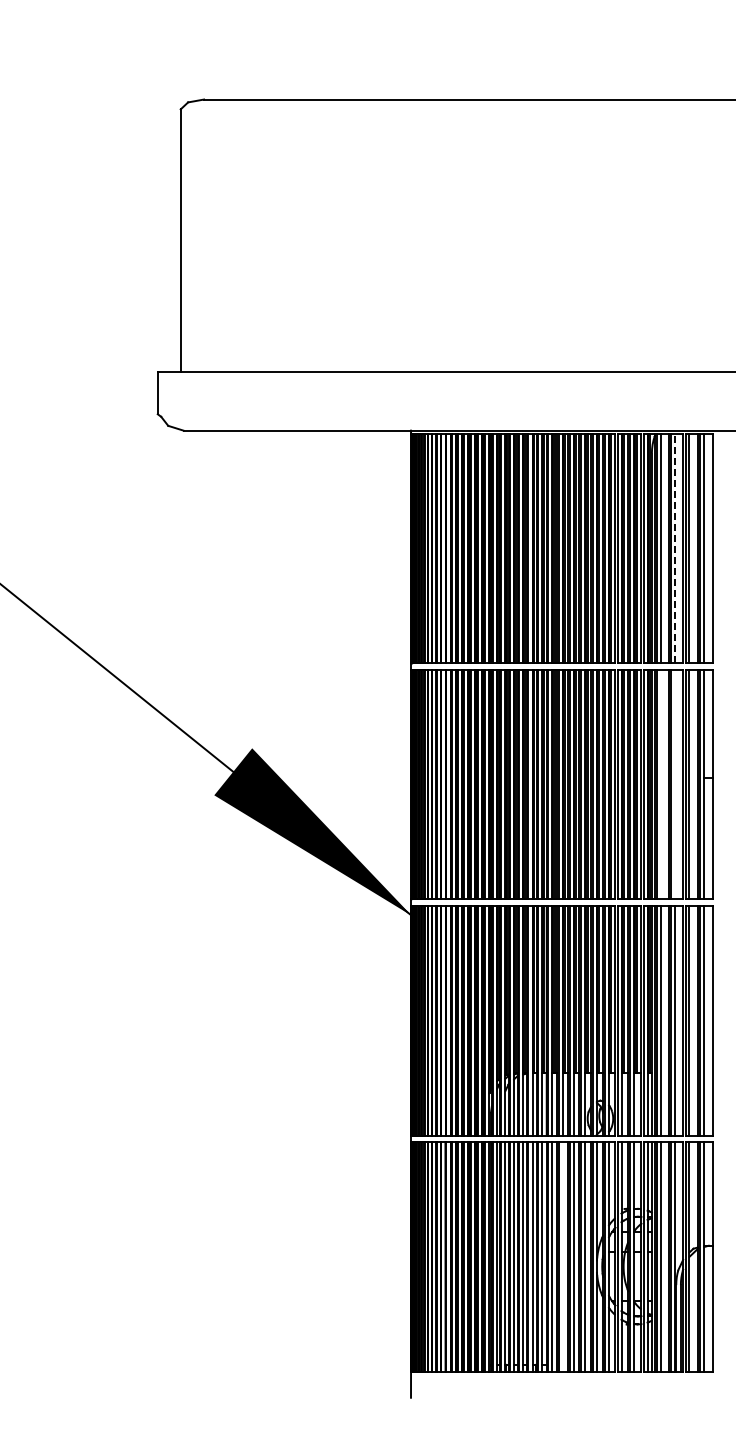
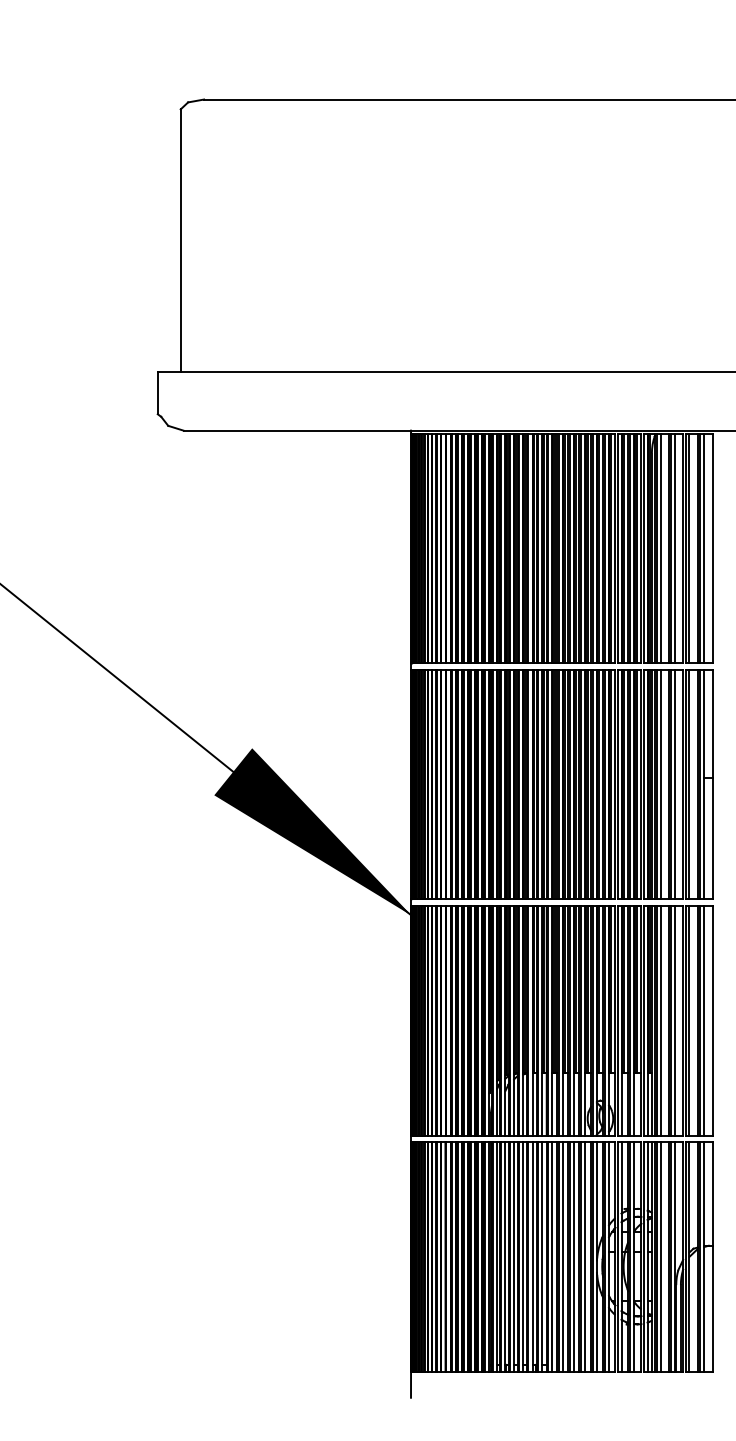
line at (675, 548): dashed -> solid
line at (661, 784): none -> present
line at (675, 784): none -> present
line at (563, 1256): none -> present
